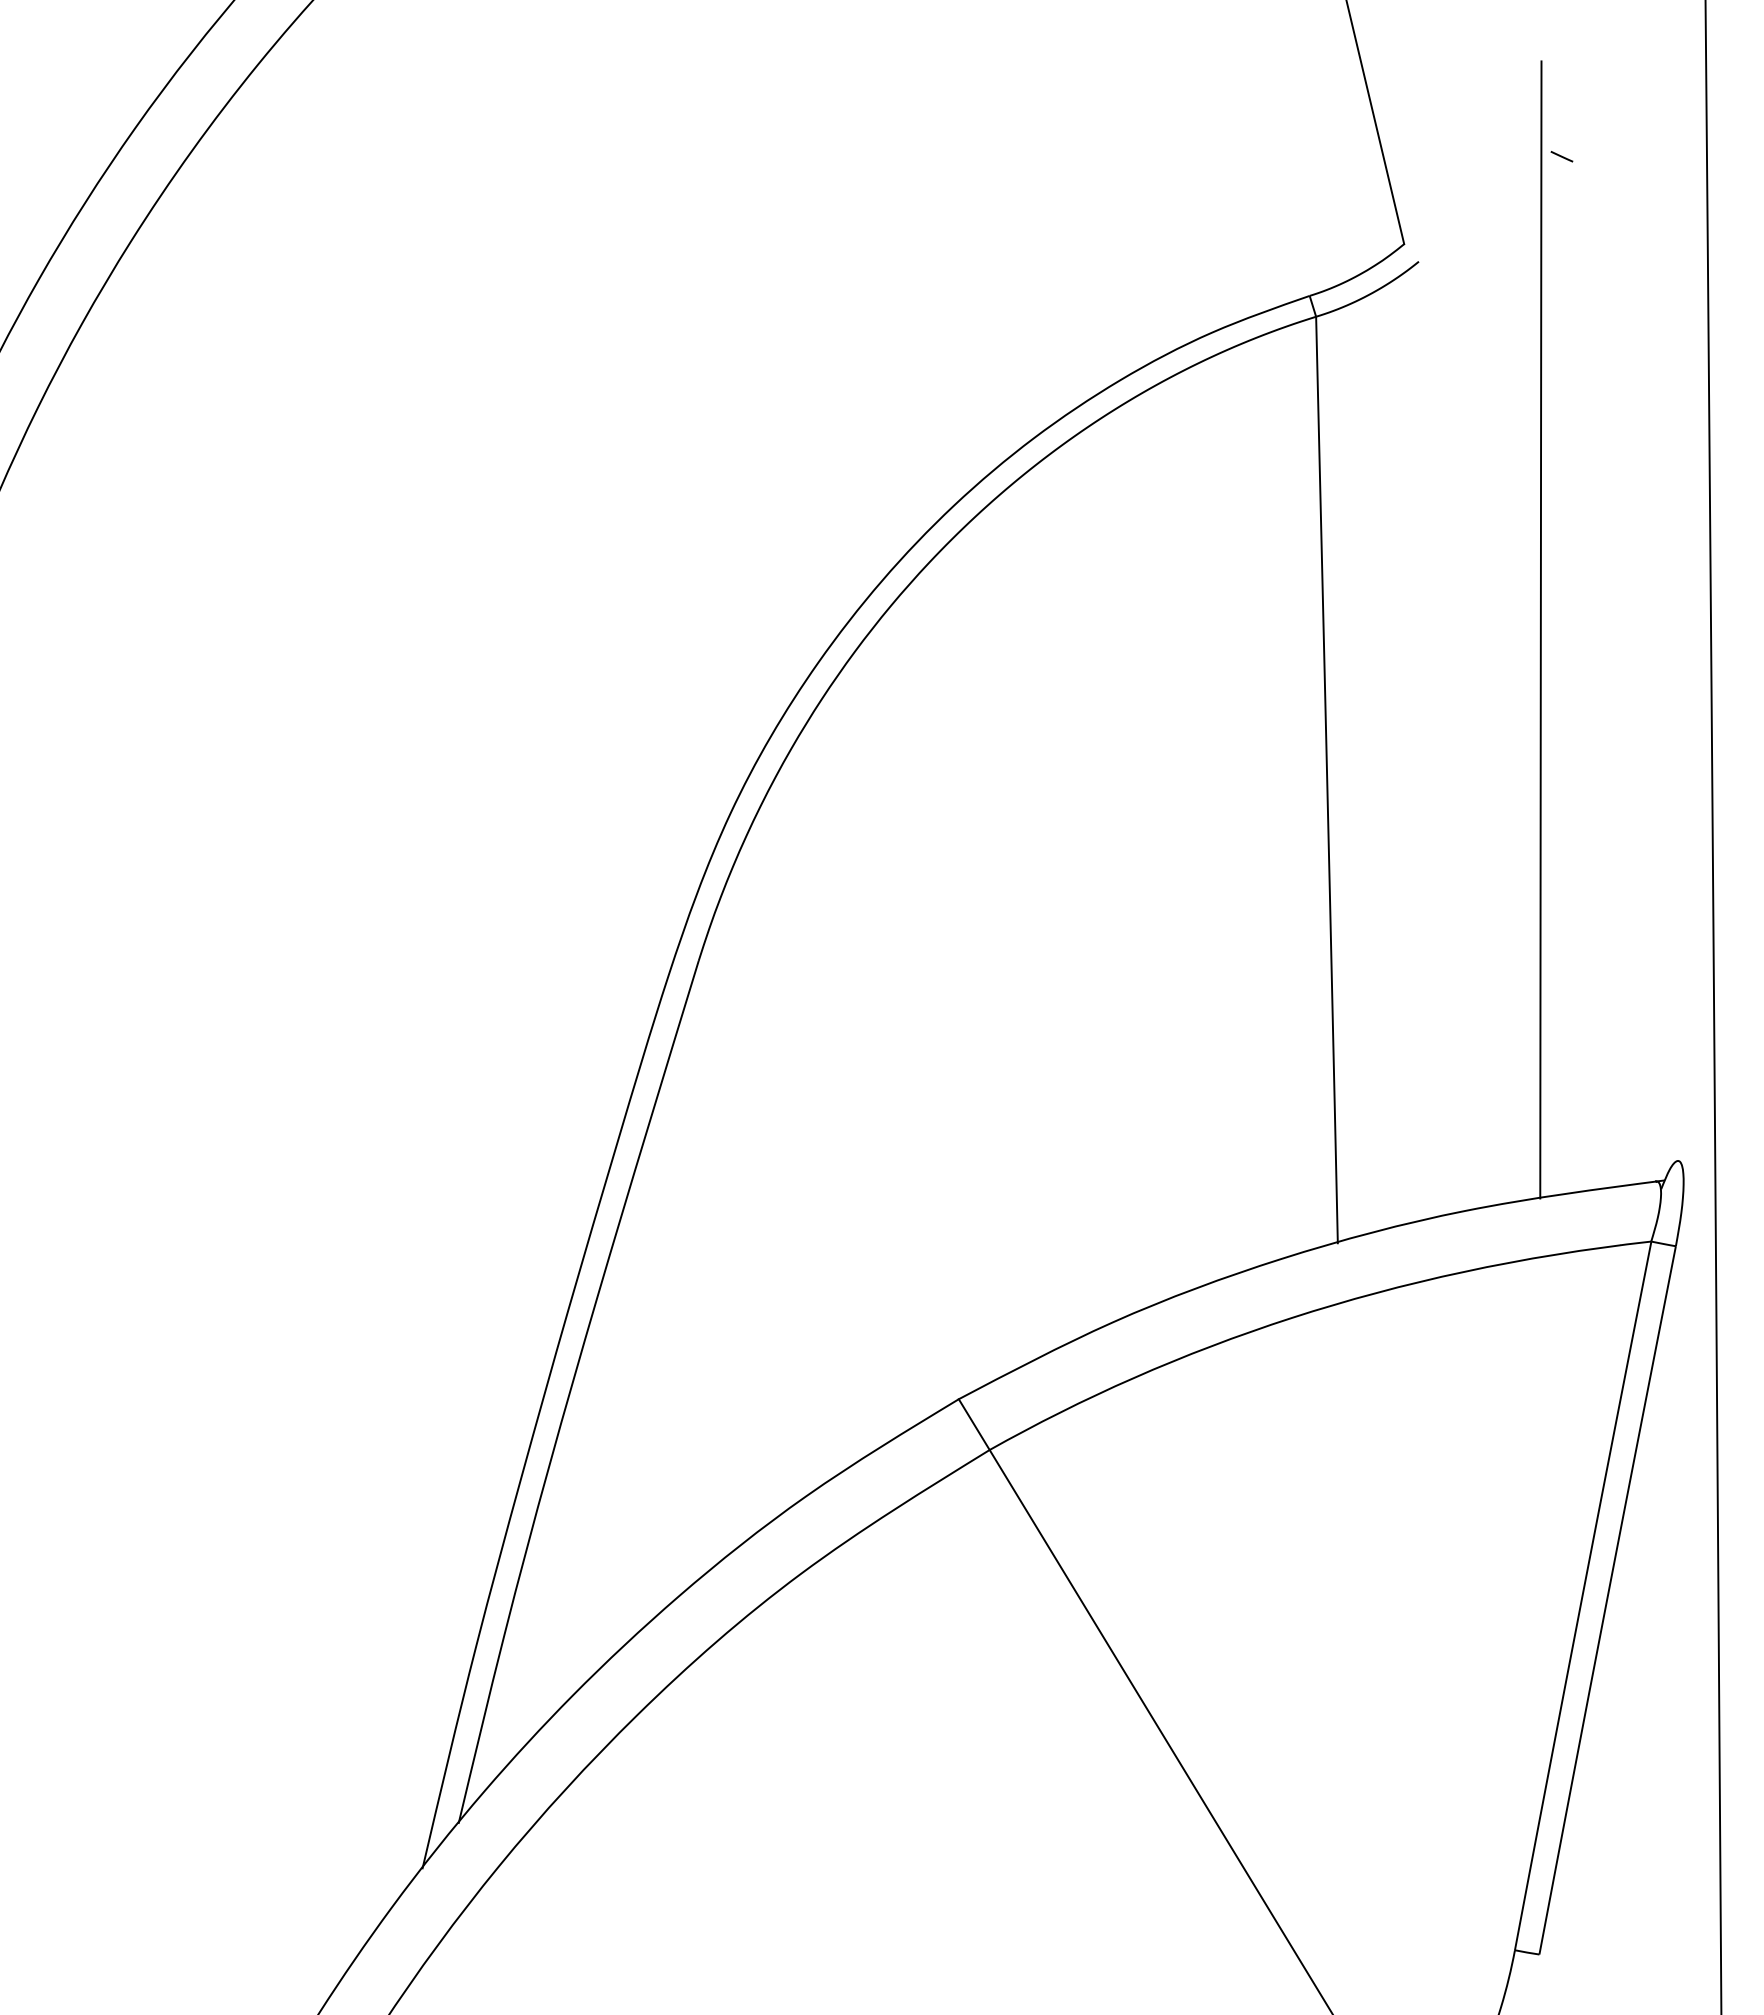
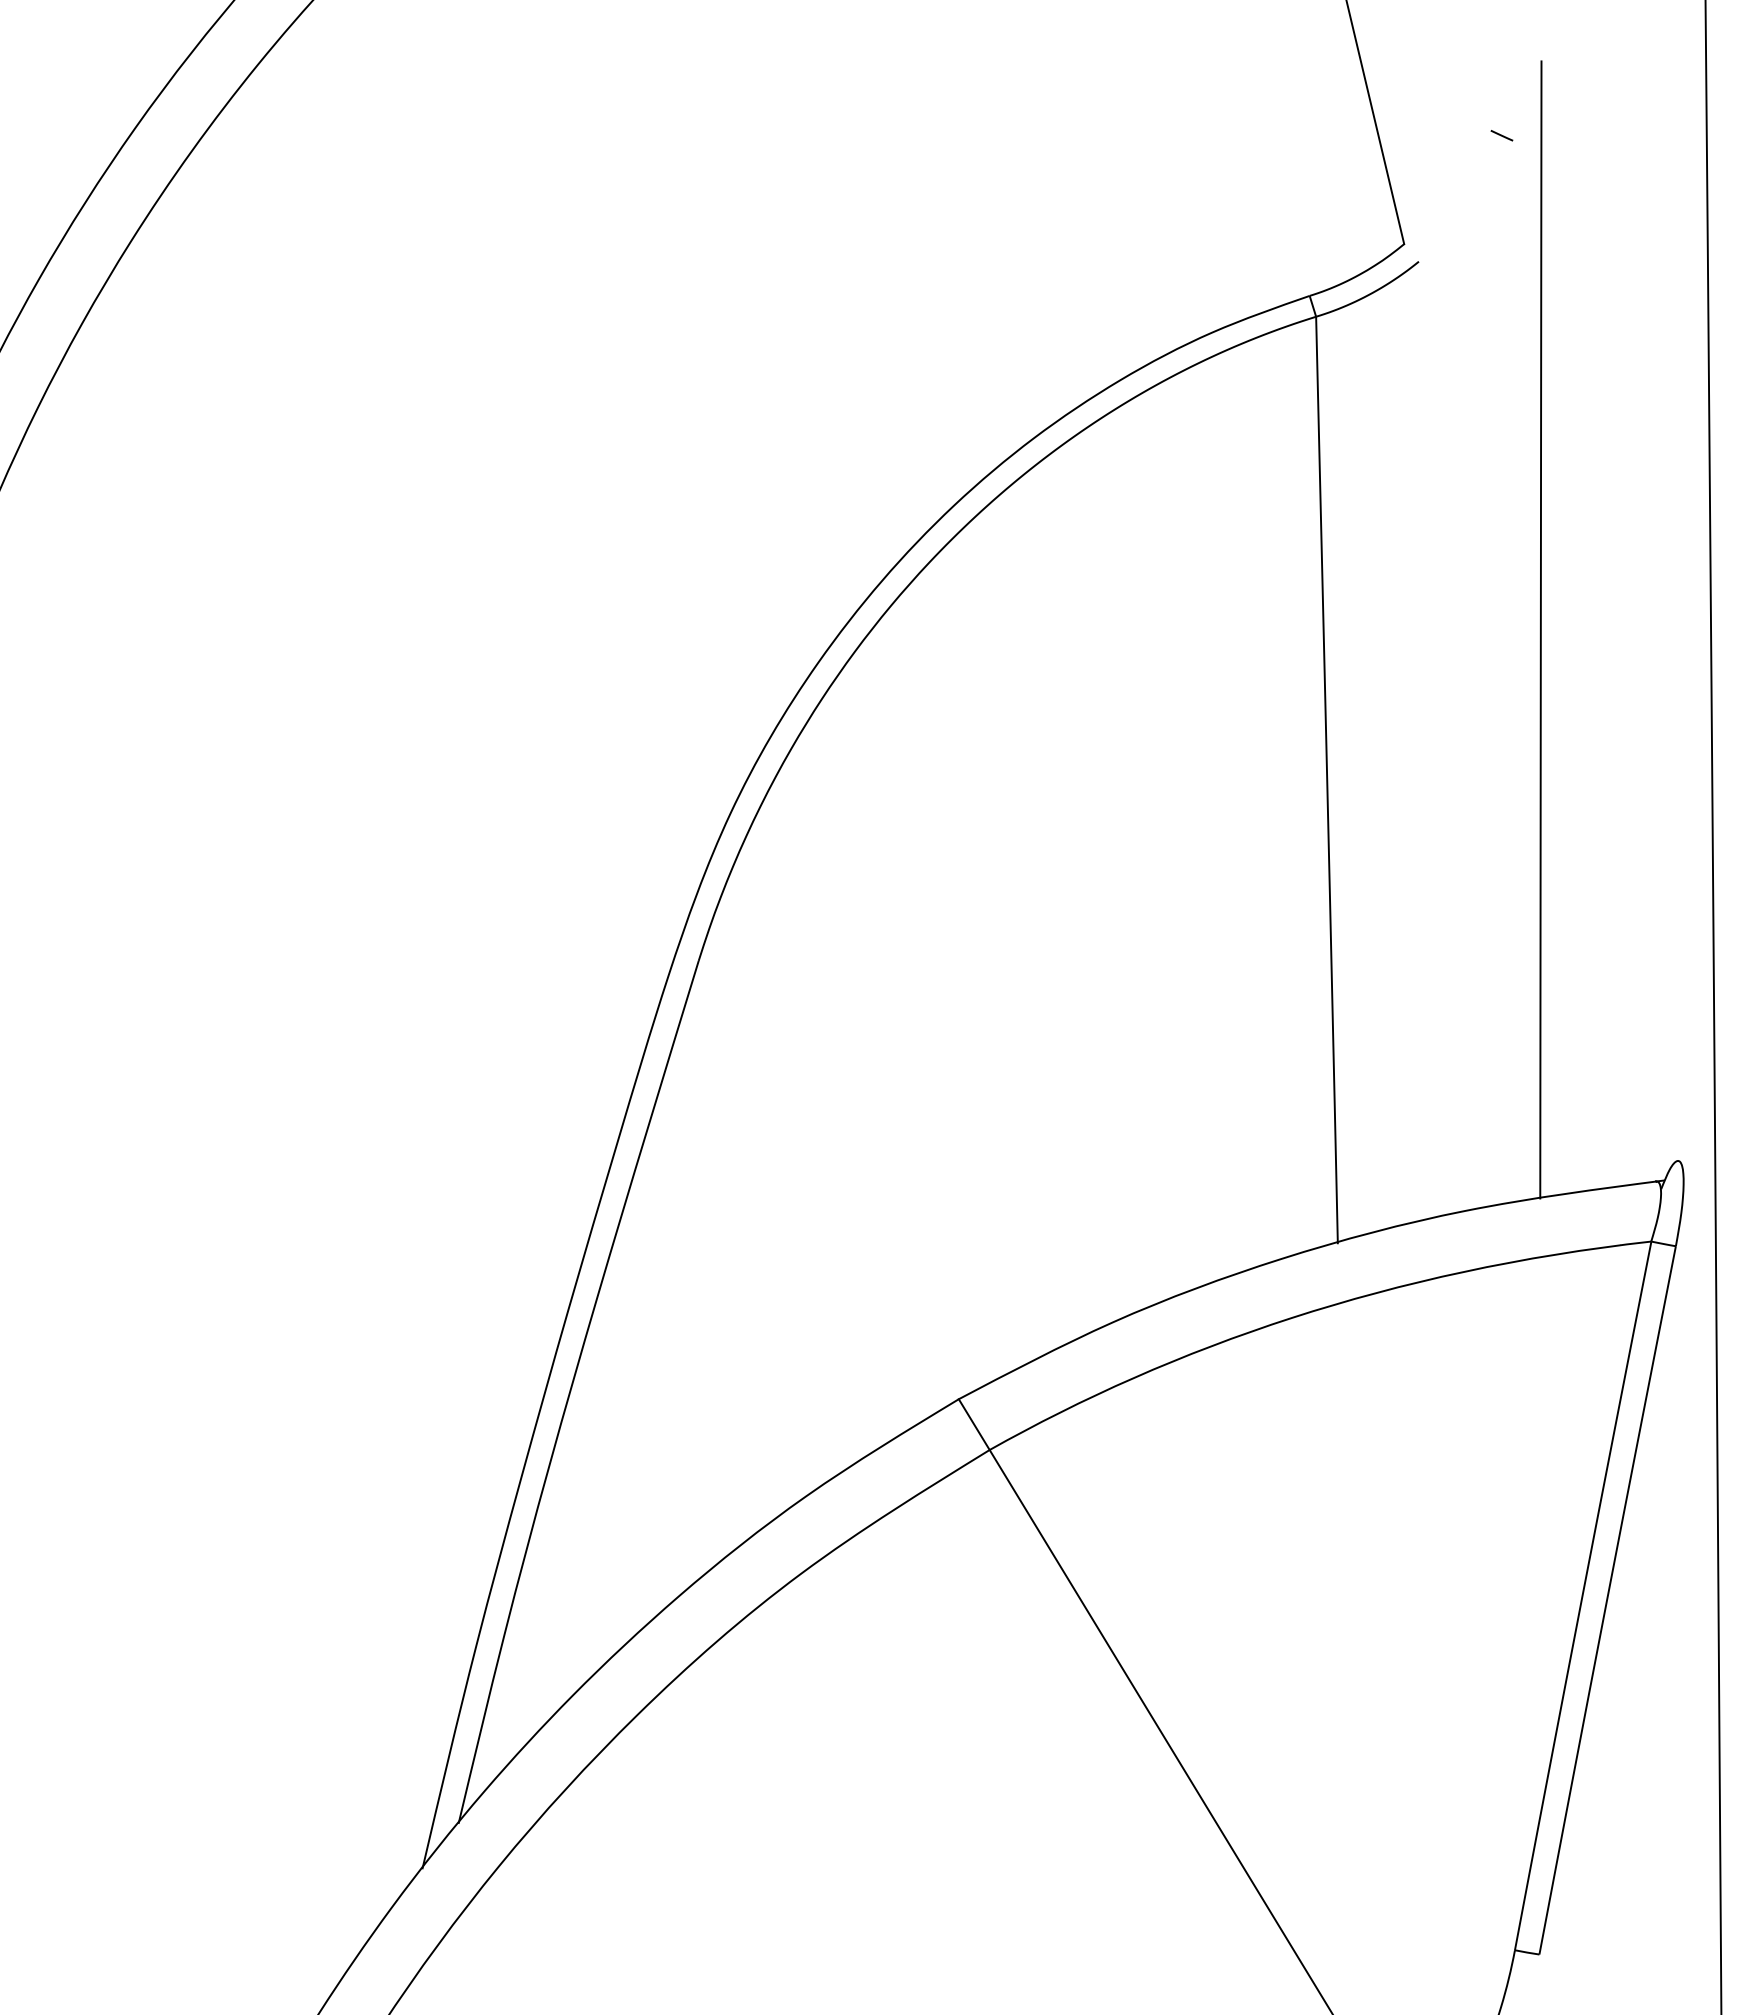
line at (1561, 156) position: (1561, 156) -> (1501, 135)
